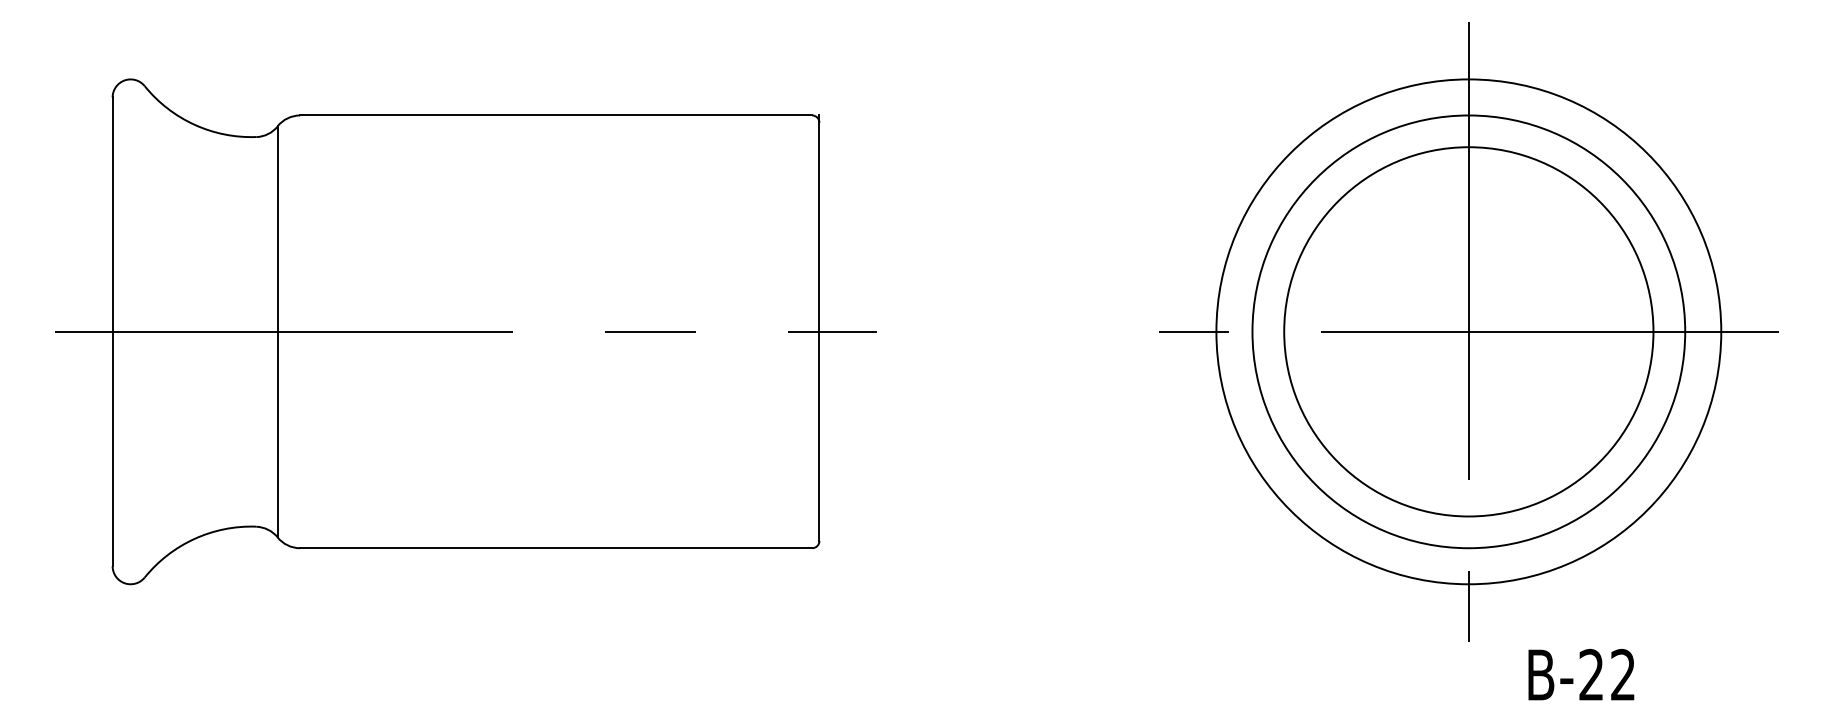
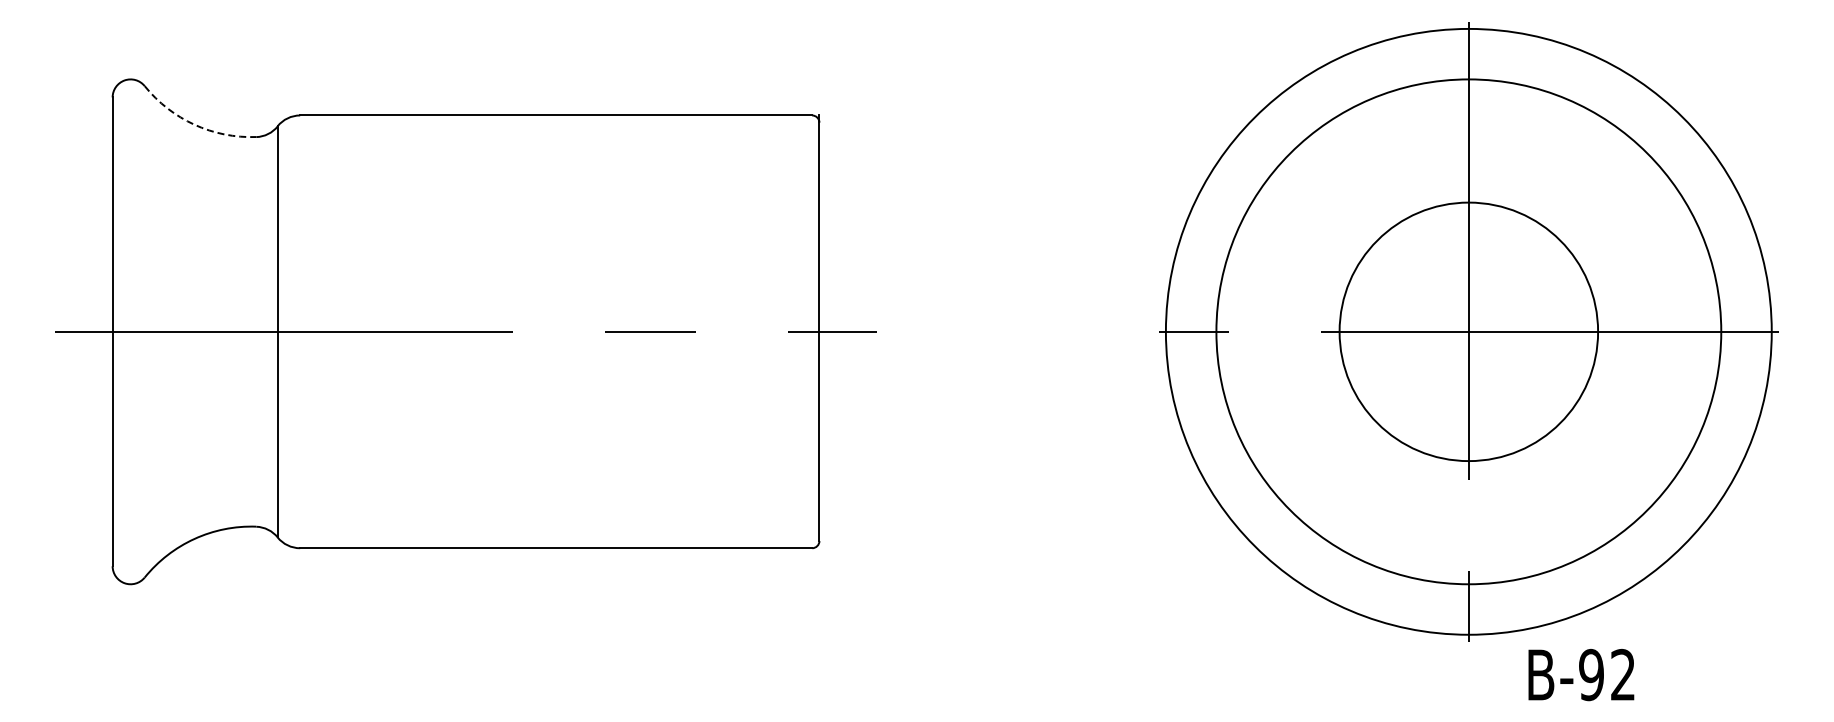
arc at (194, 124): solid -> dashed
circle at (1468, 331) diameter: 369 px -> 258 px
circle at (1468, 331) diameter: 433 px -> 606 px
text at (1591, 675): B-22 -> B-92
